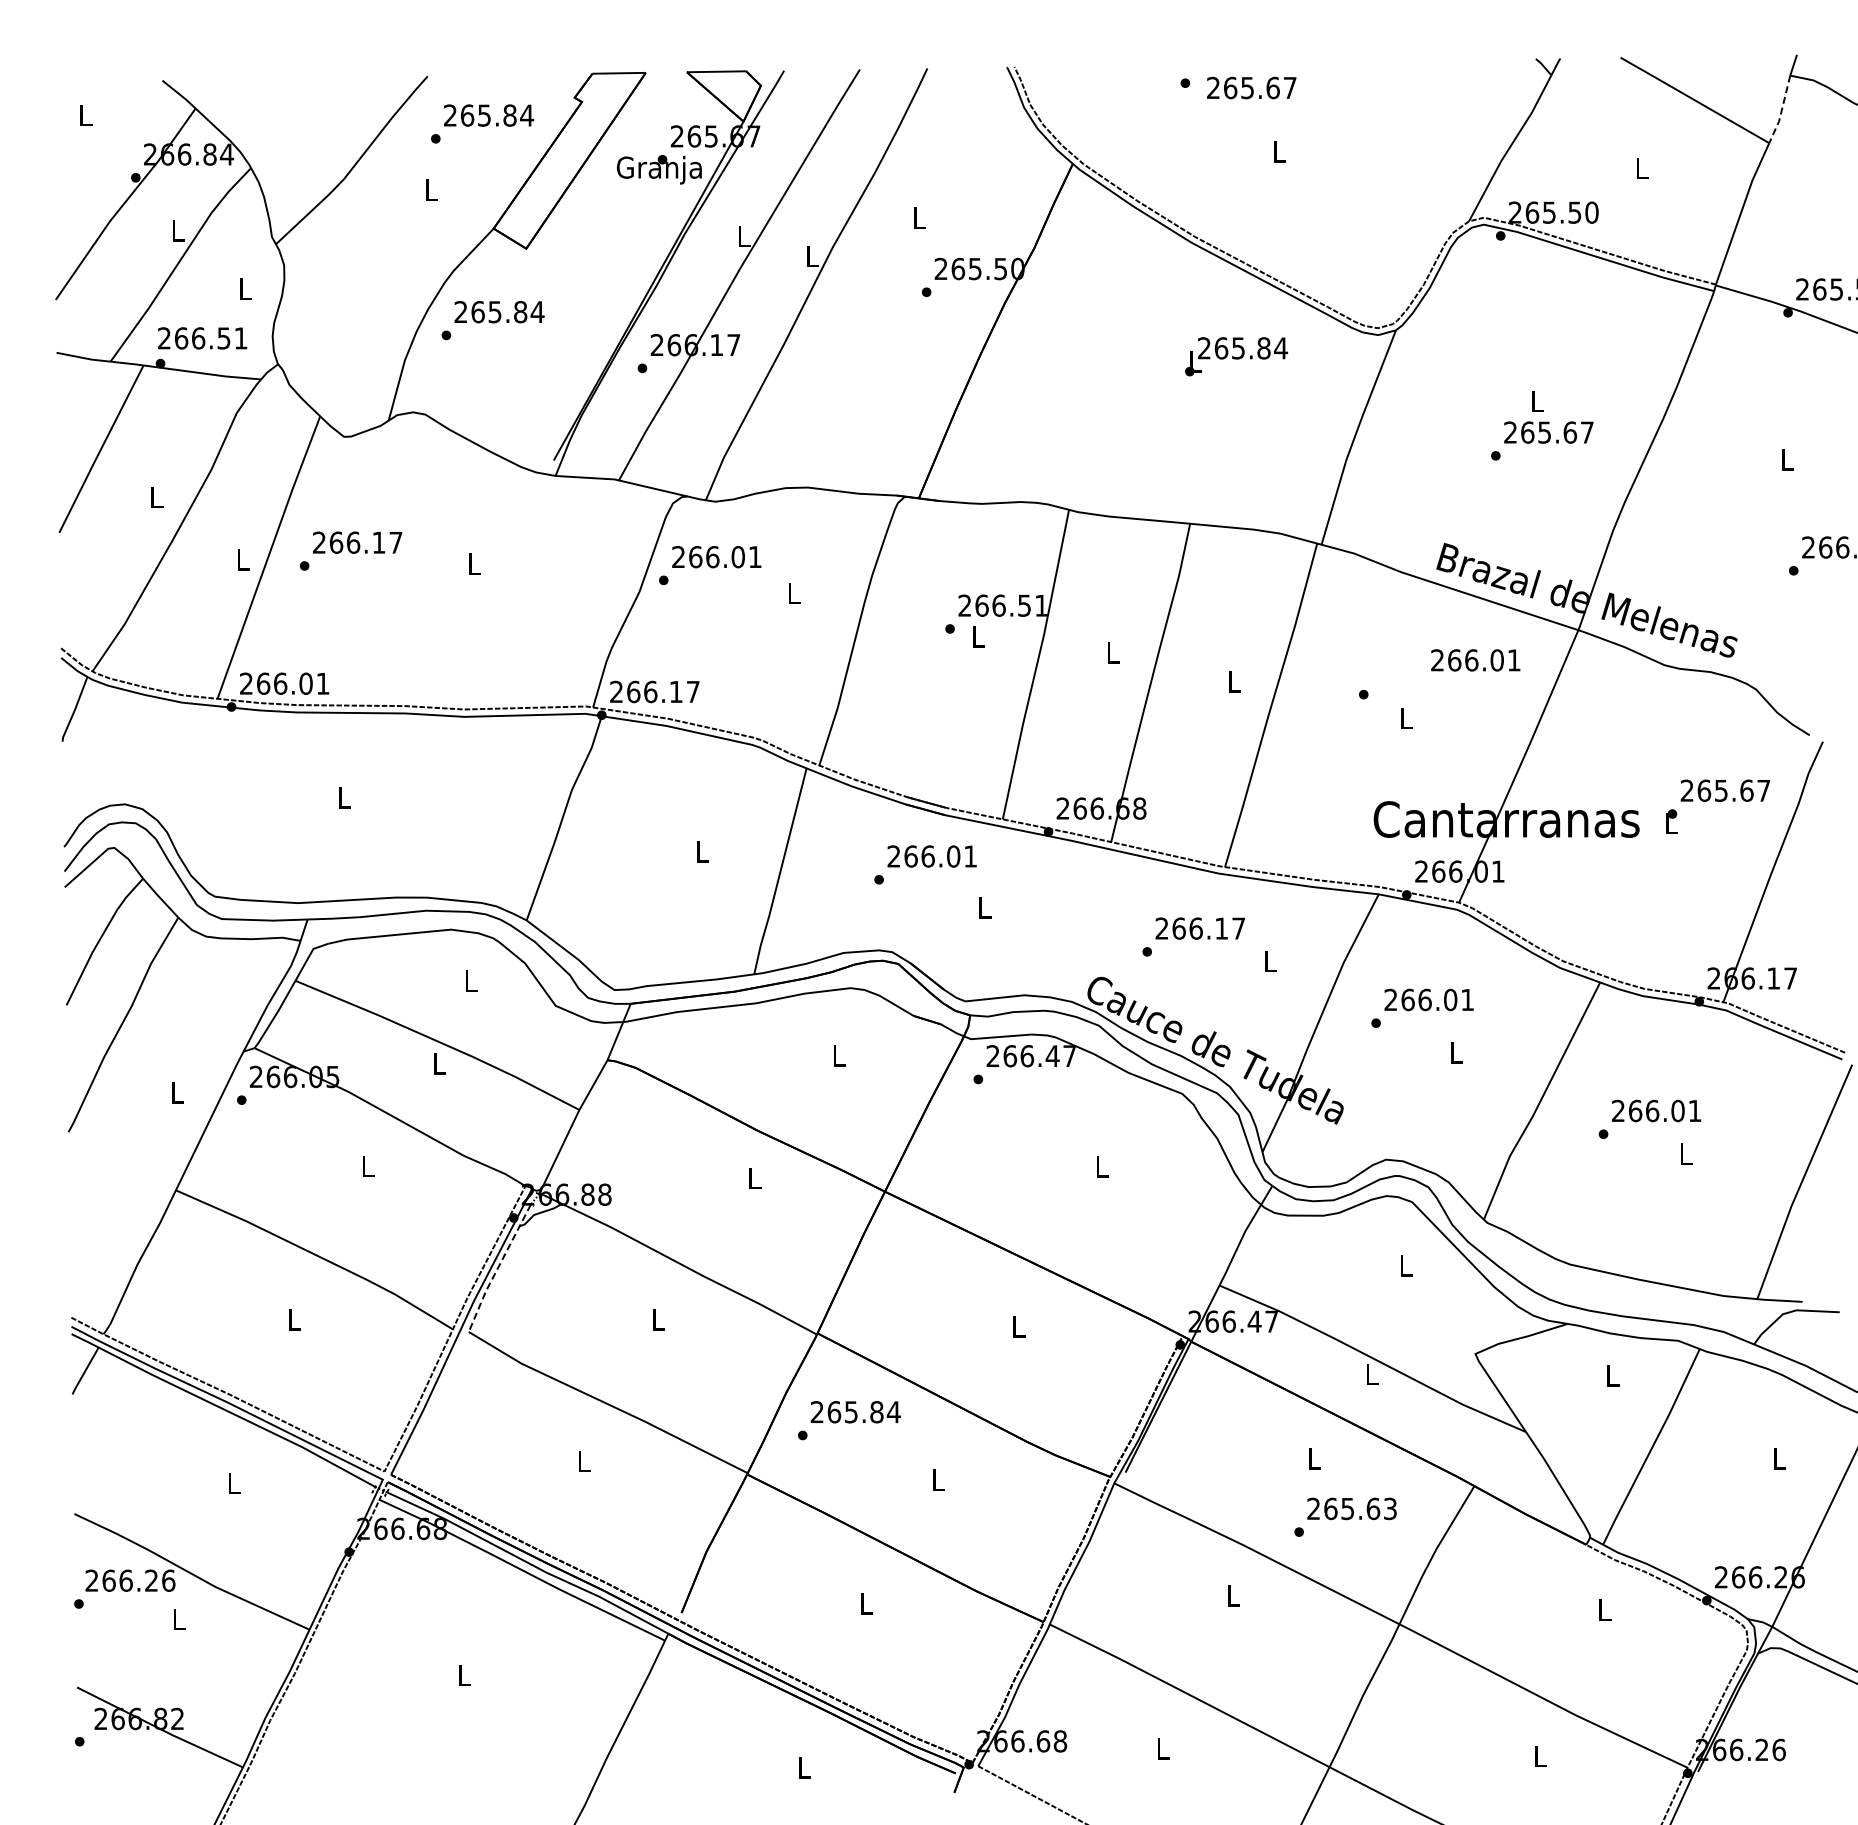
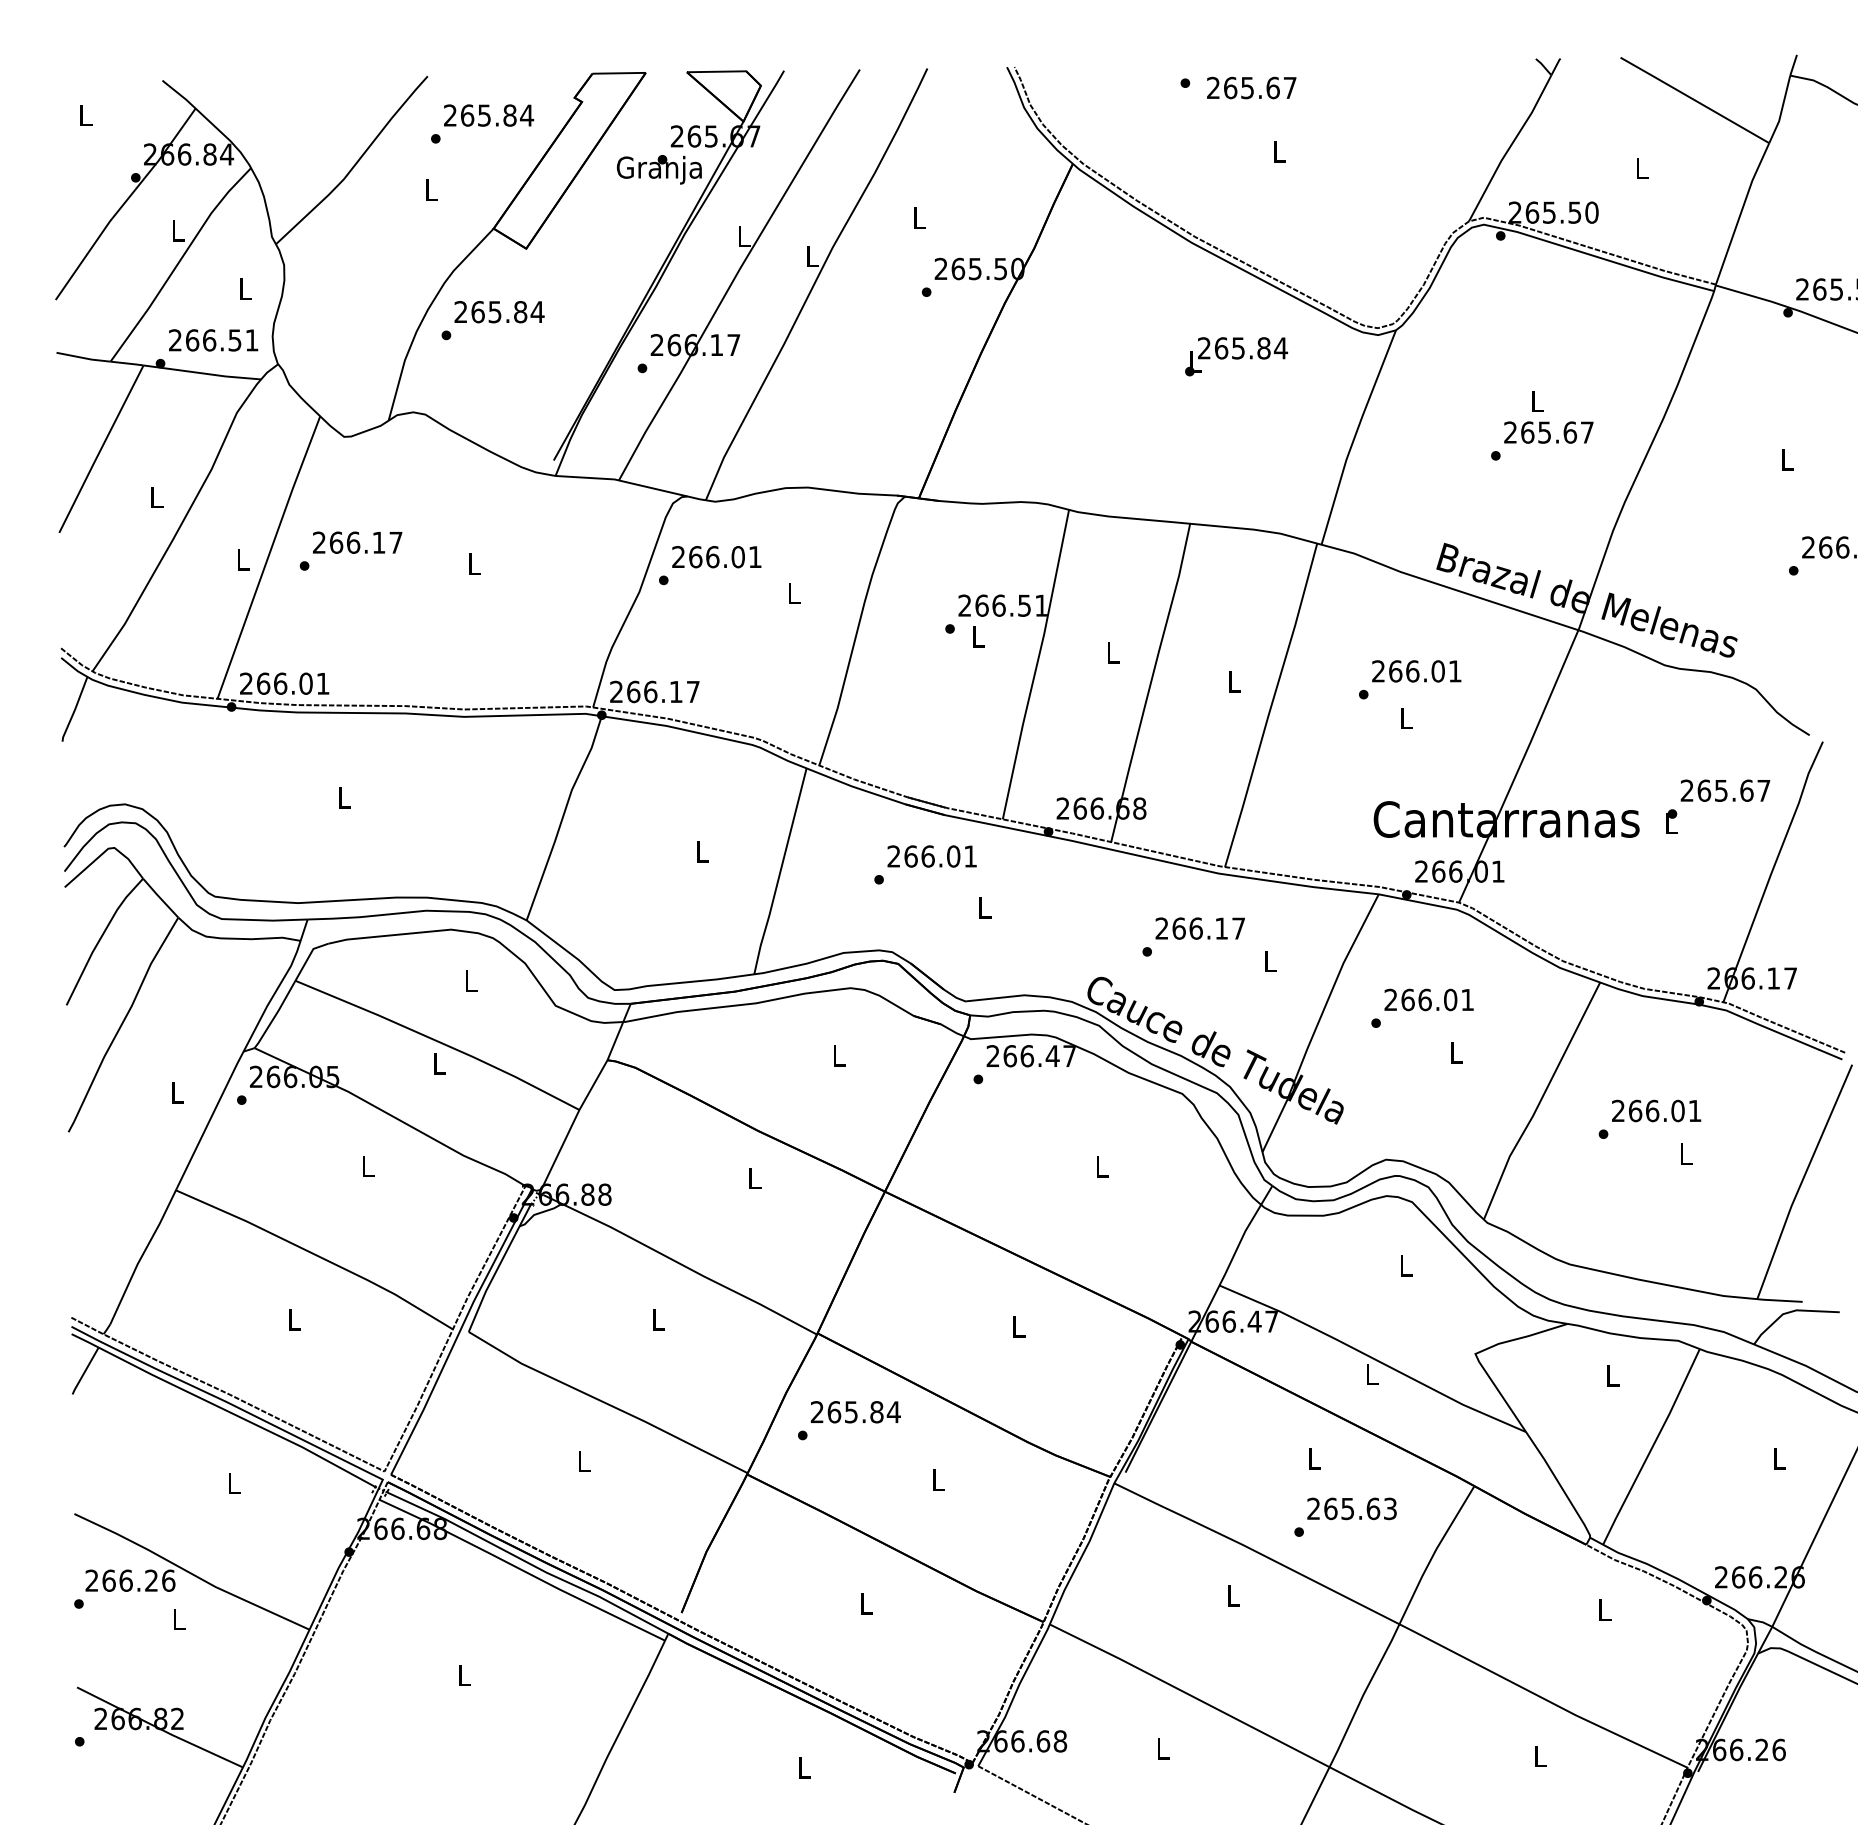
line at (1781, 110): dashed -> solid
text at (202, 338) position: (202, 338) -> (213, 340)
text at (1475, 660) position: (1475, 660) -> (1416, 671)
line at (497, 1268): dashed -> solid
